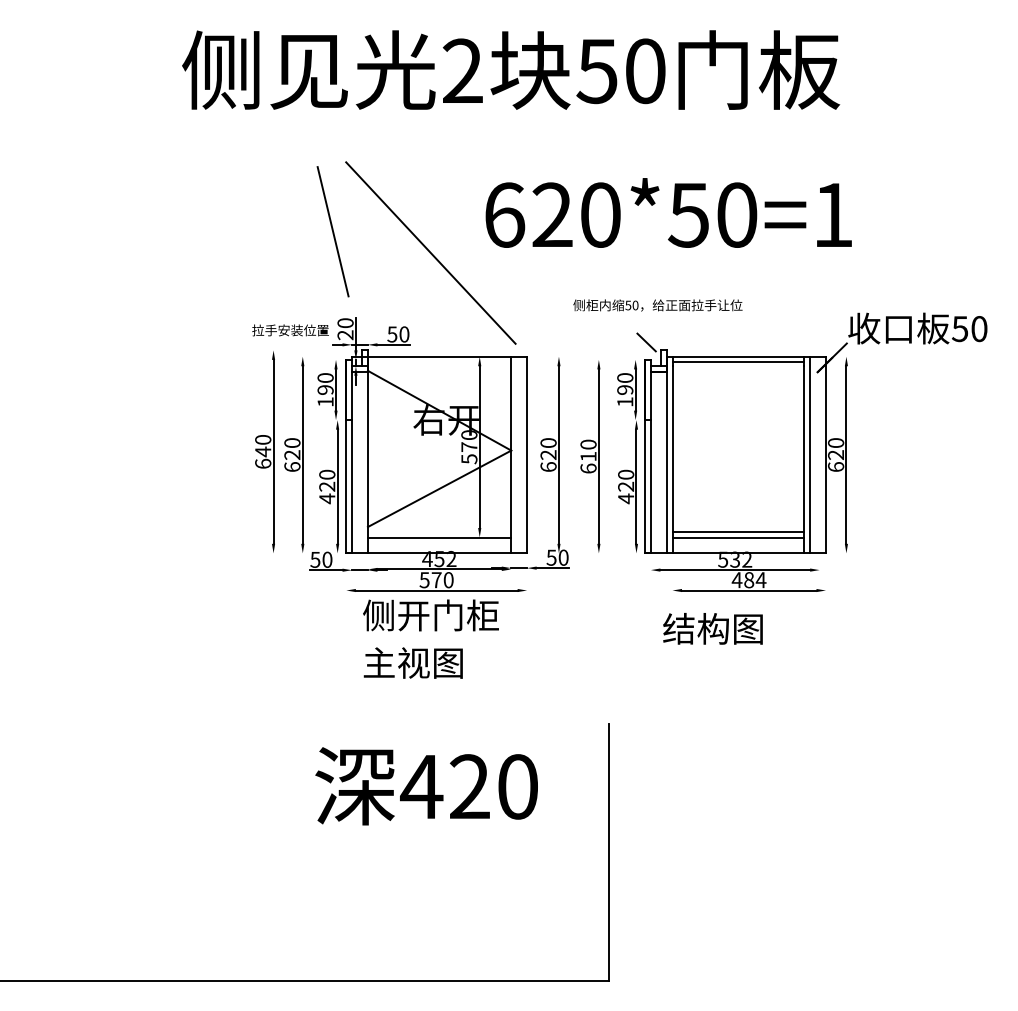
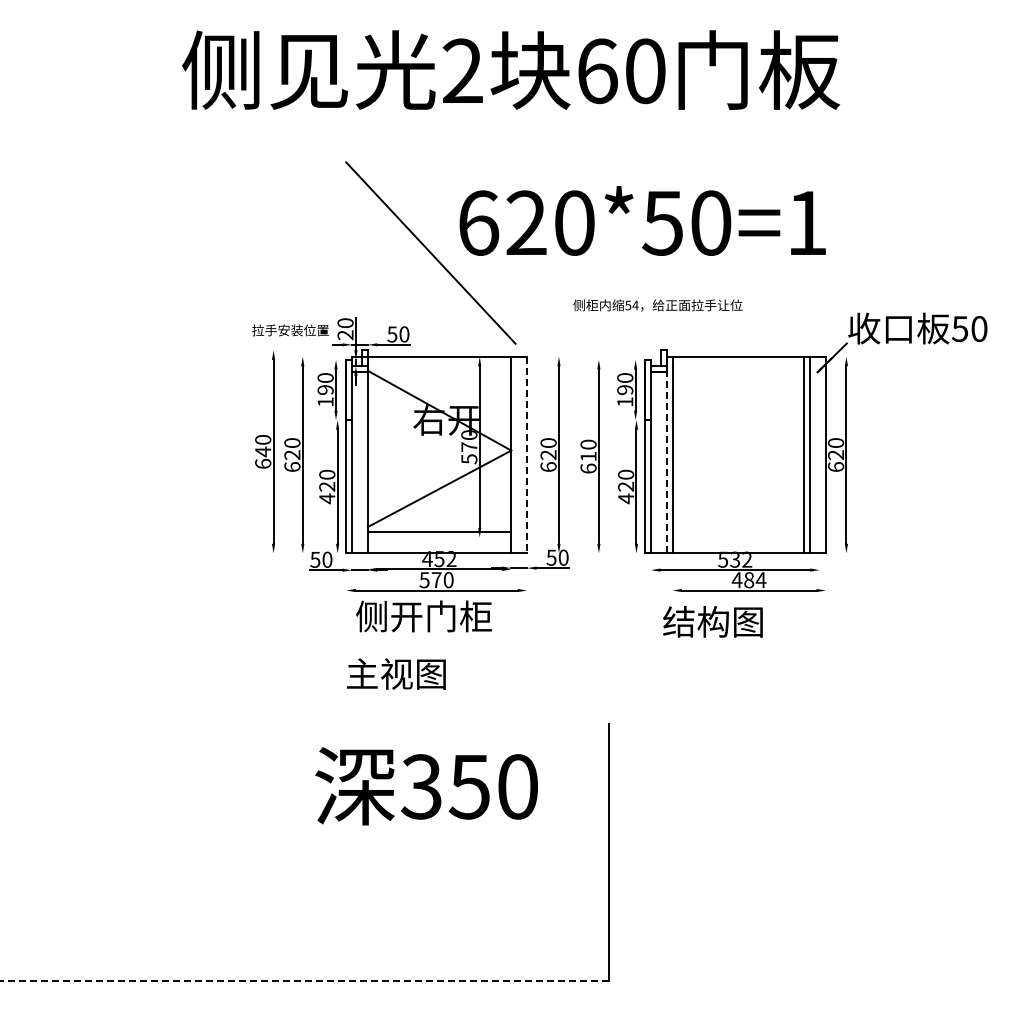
text at (596, 71): 50 -> 60
text at (668, 212) position: (668, 212) -> (642, 220)
line at (332, 231): present -> none
text at (635, 305): 50 -> 54
line at (646, 342): present -> none
line at (738, 362): present -> none
line at (527, 455): solid -> dashed
line at (666, 459): solid -> dashed
line at (738, 531): present -> none
line at (439, 537) position: (439, 537) -> (439, 531)
line at (738, 537): present -> none
text at (430, 615) position: (430, 615) -> (423, 616)
text at (712, 628) position: (712, 628) -> (712, 621)
text at (412, 662) position: (412, 662) -> (395, 673)
text at (444, 786): 420 -> 350
line at (304, 980): solid -> dashed
